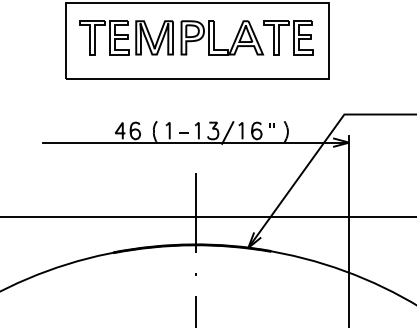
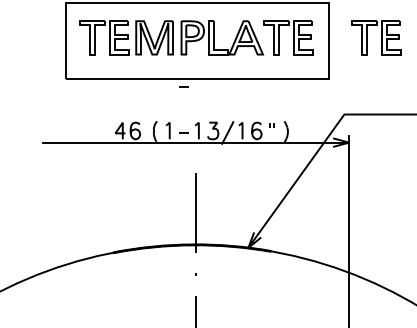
part at (376, 37): none -> present
line at (183, 86): none -> present
line at (207, 217): present -> none
